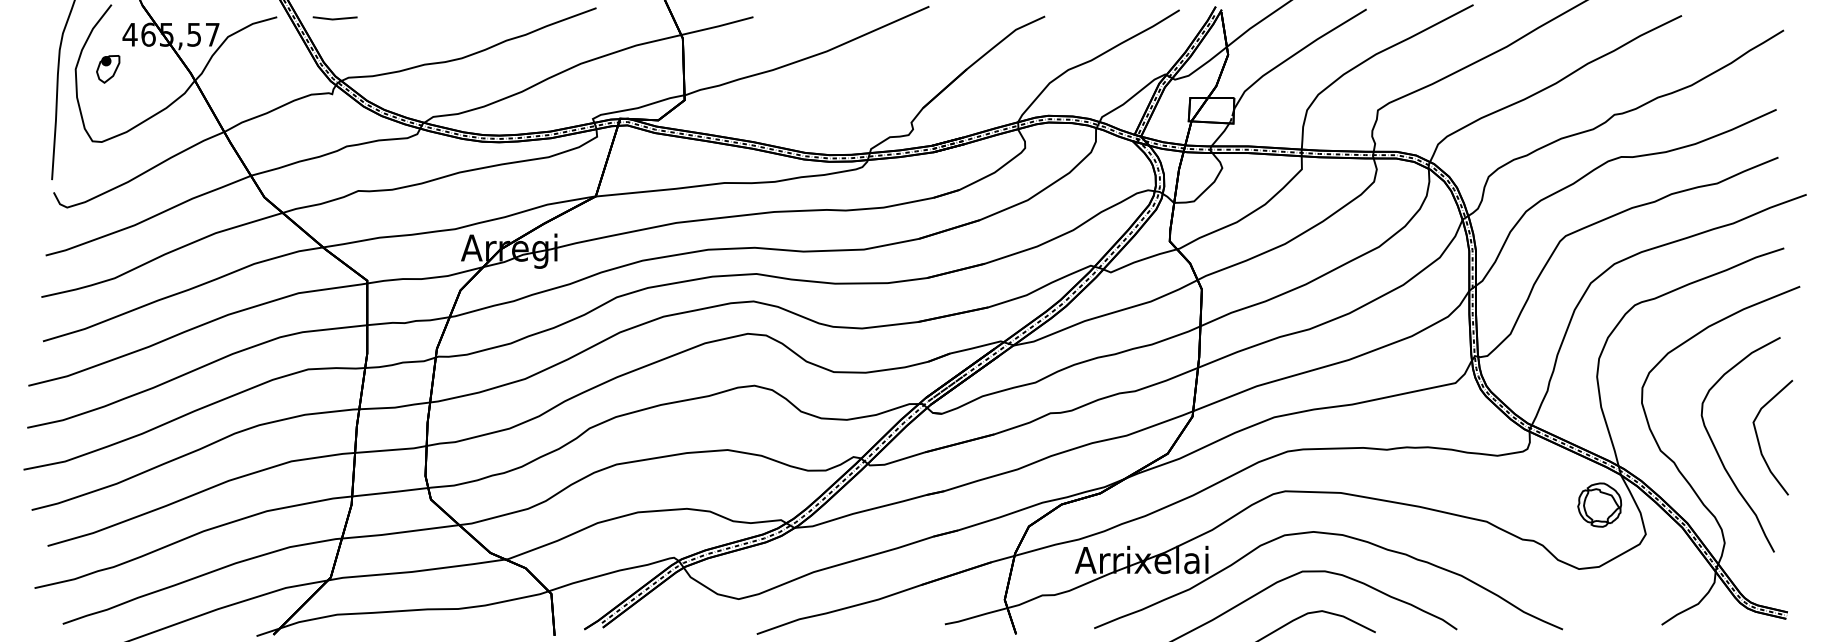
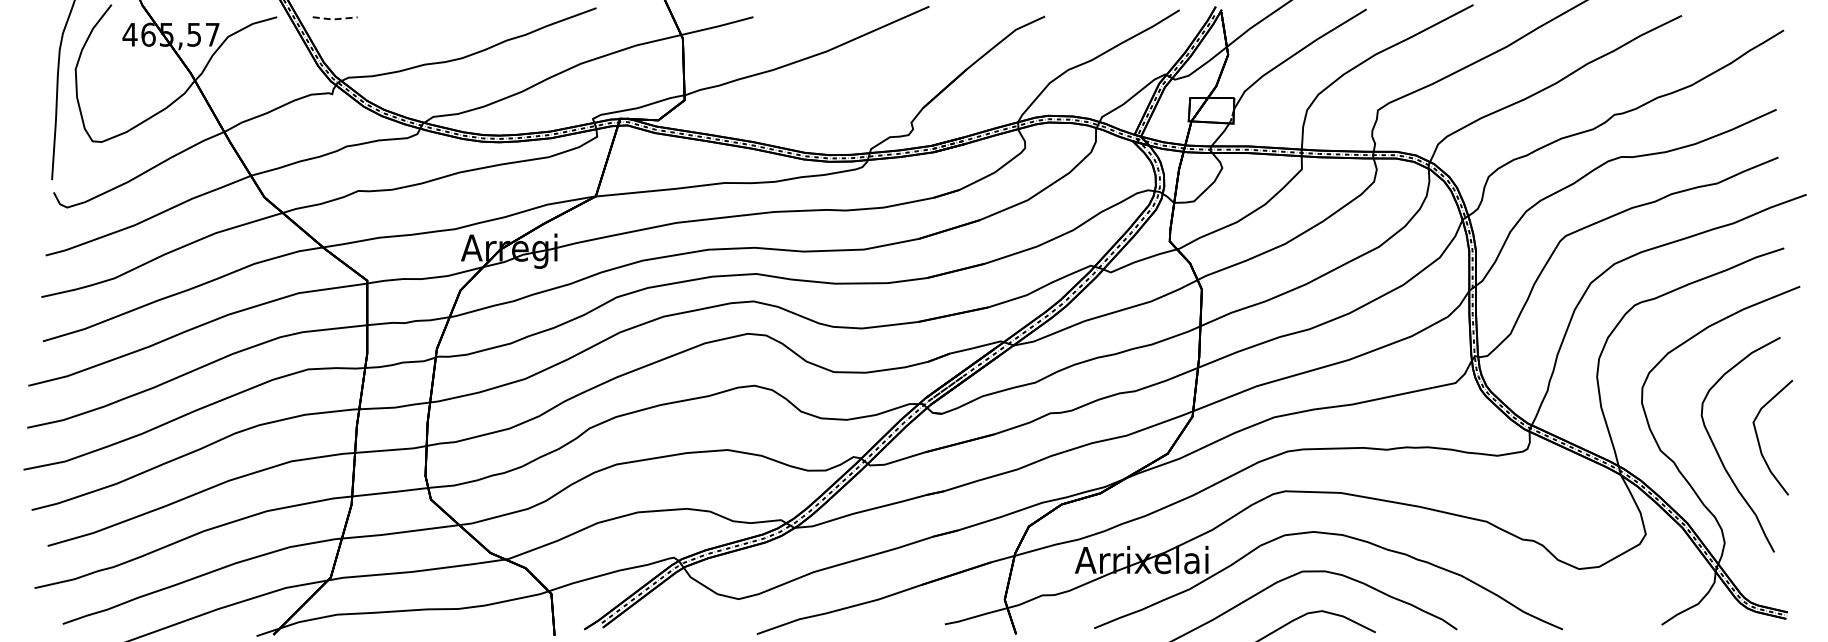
line at (335, 19): solid -> dashed
part at (108, 69): present -> none
part at (1599, 504): present -> none
